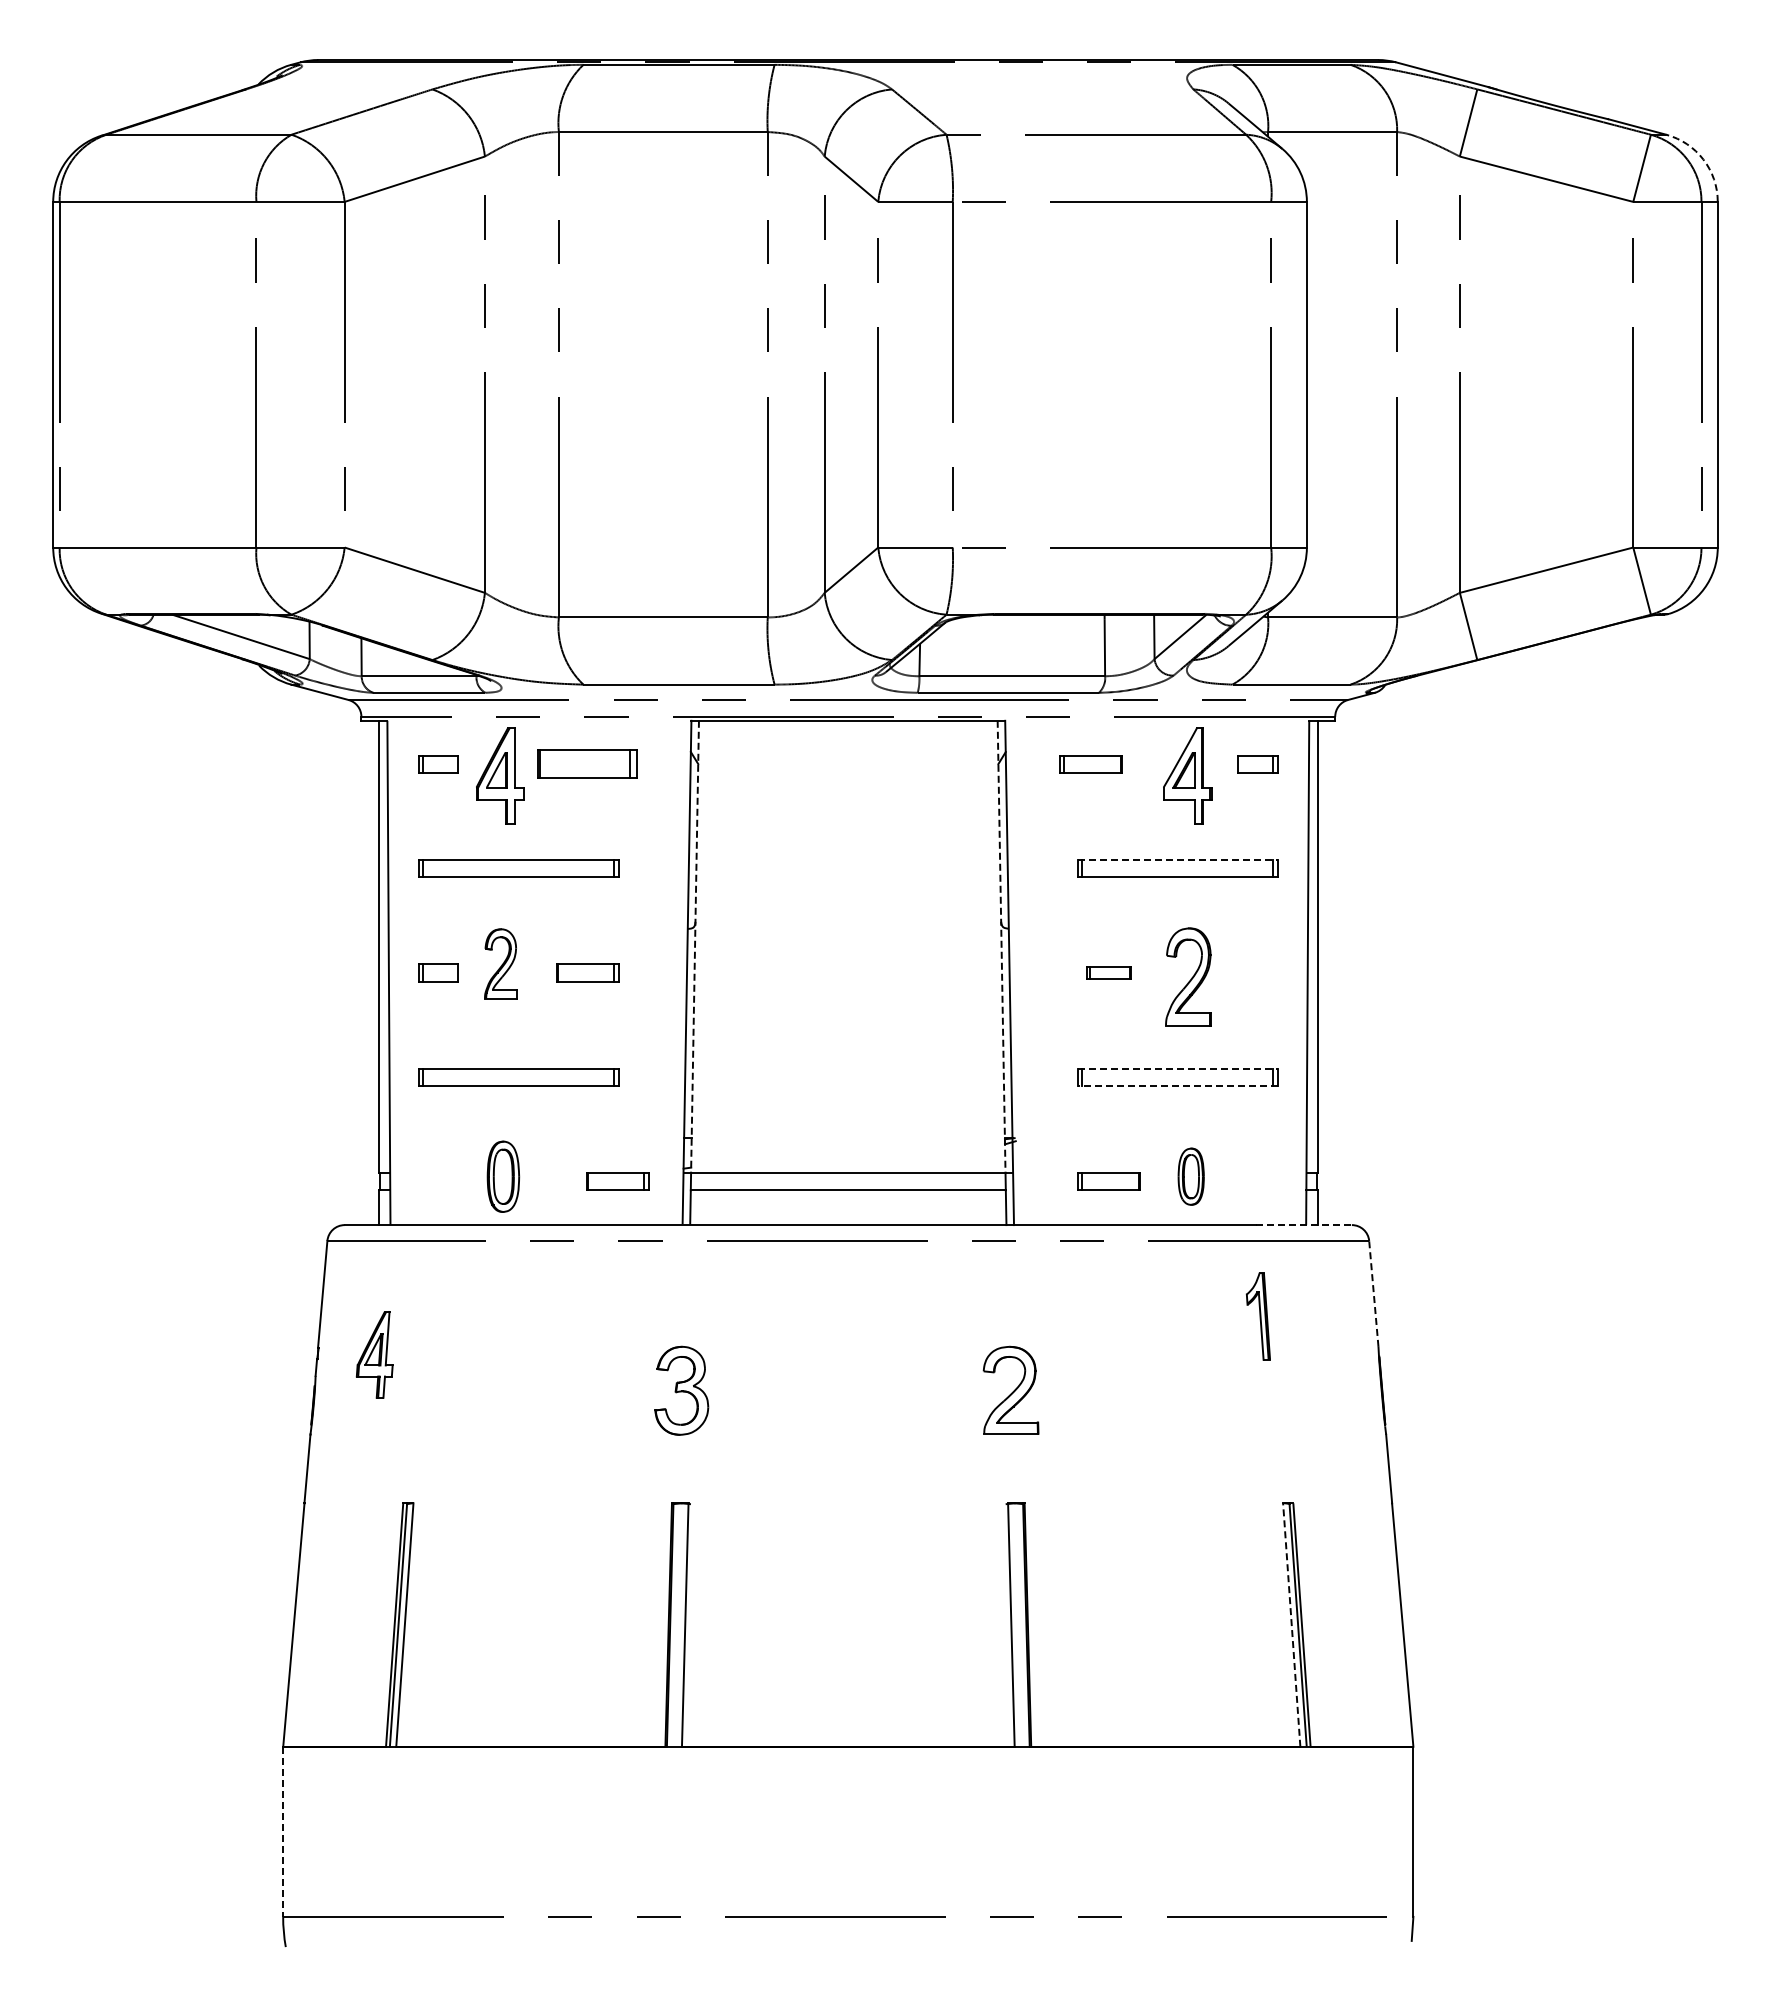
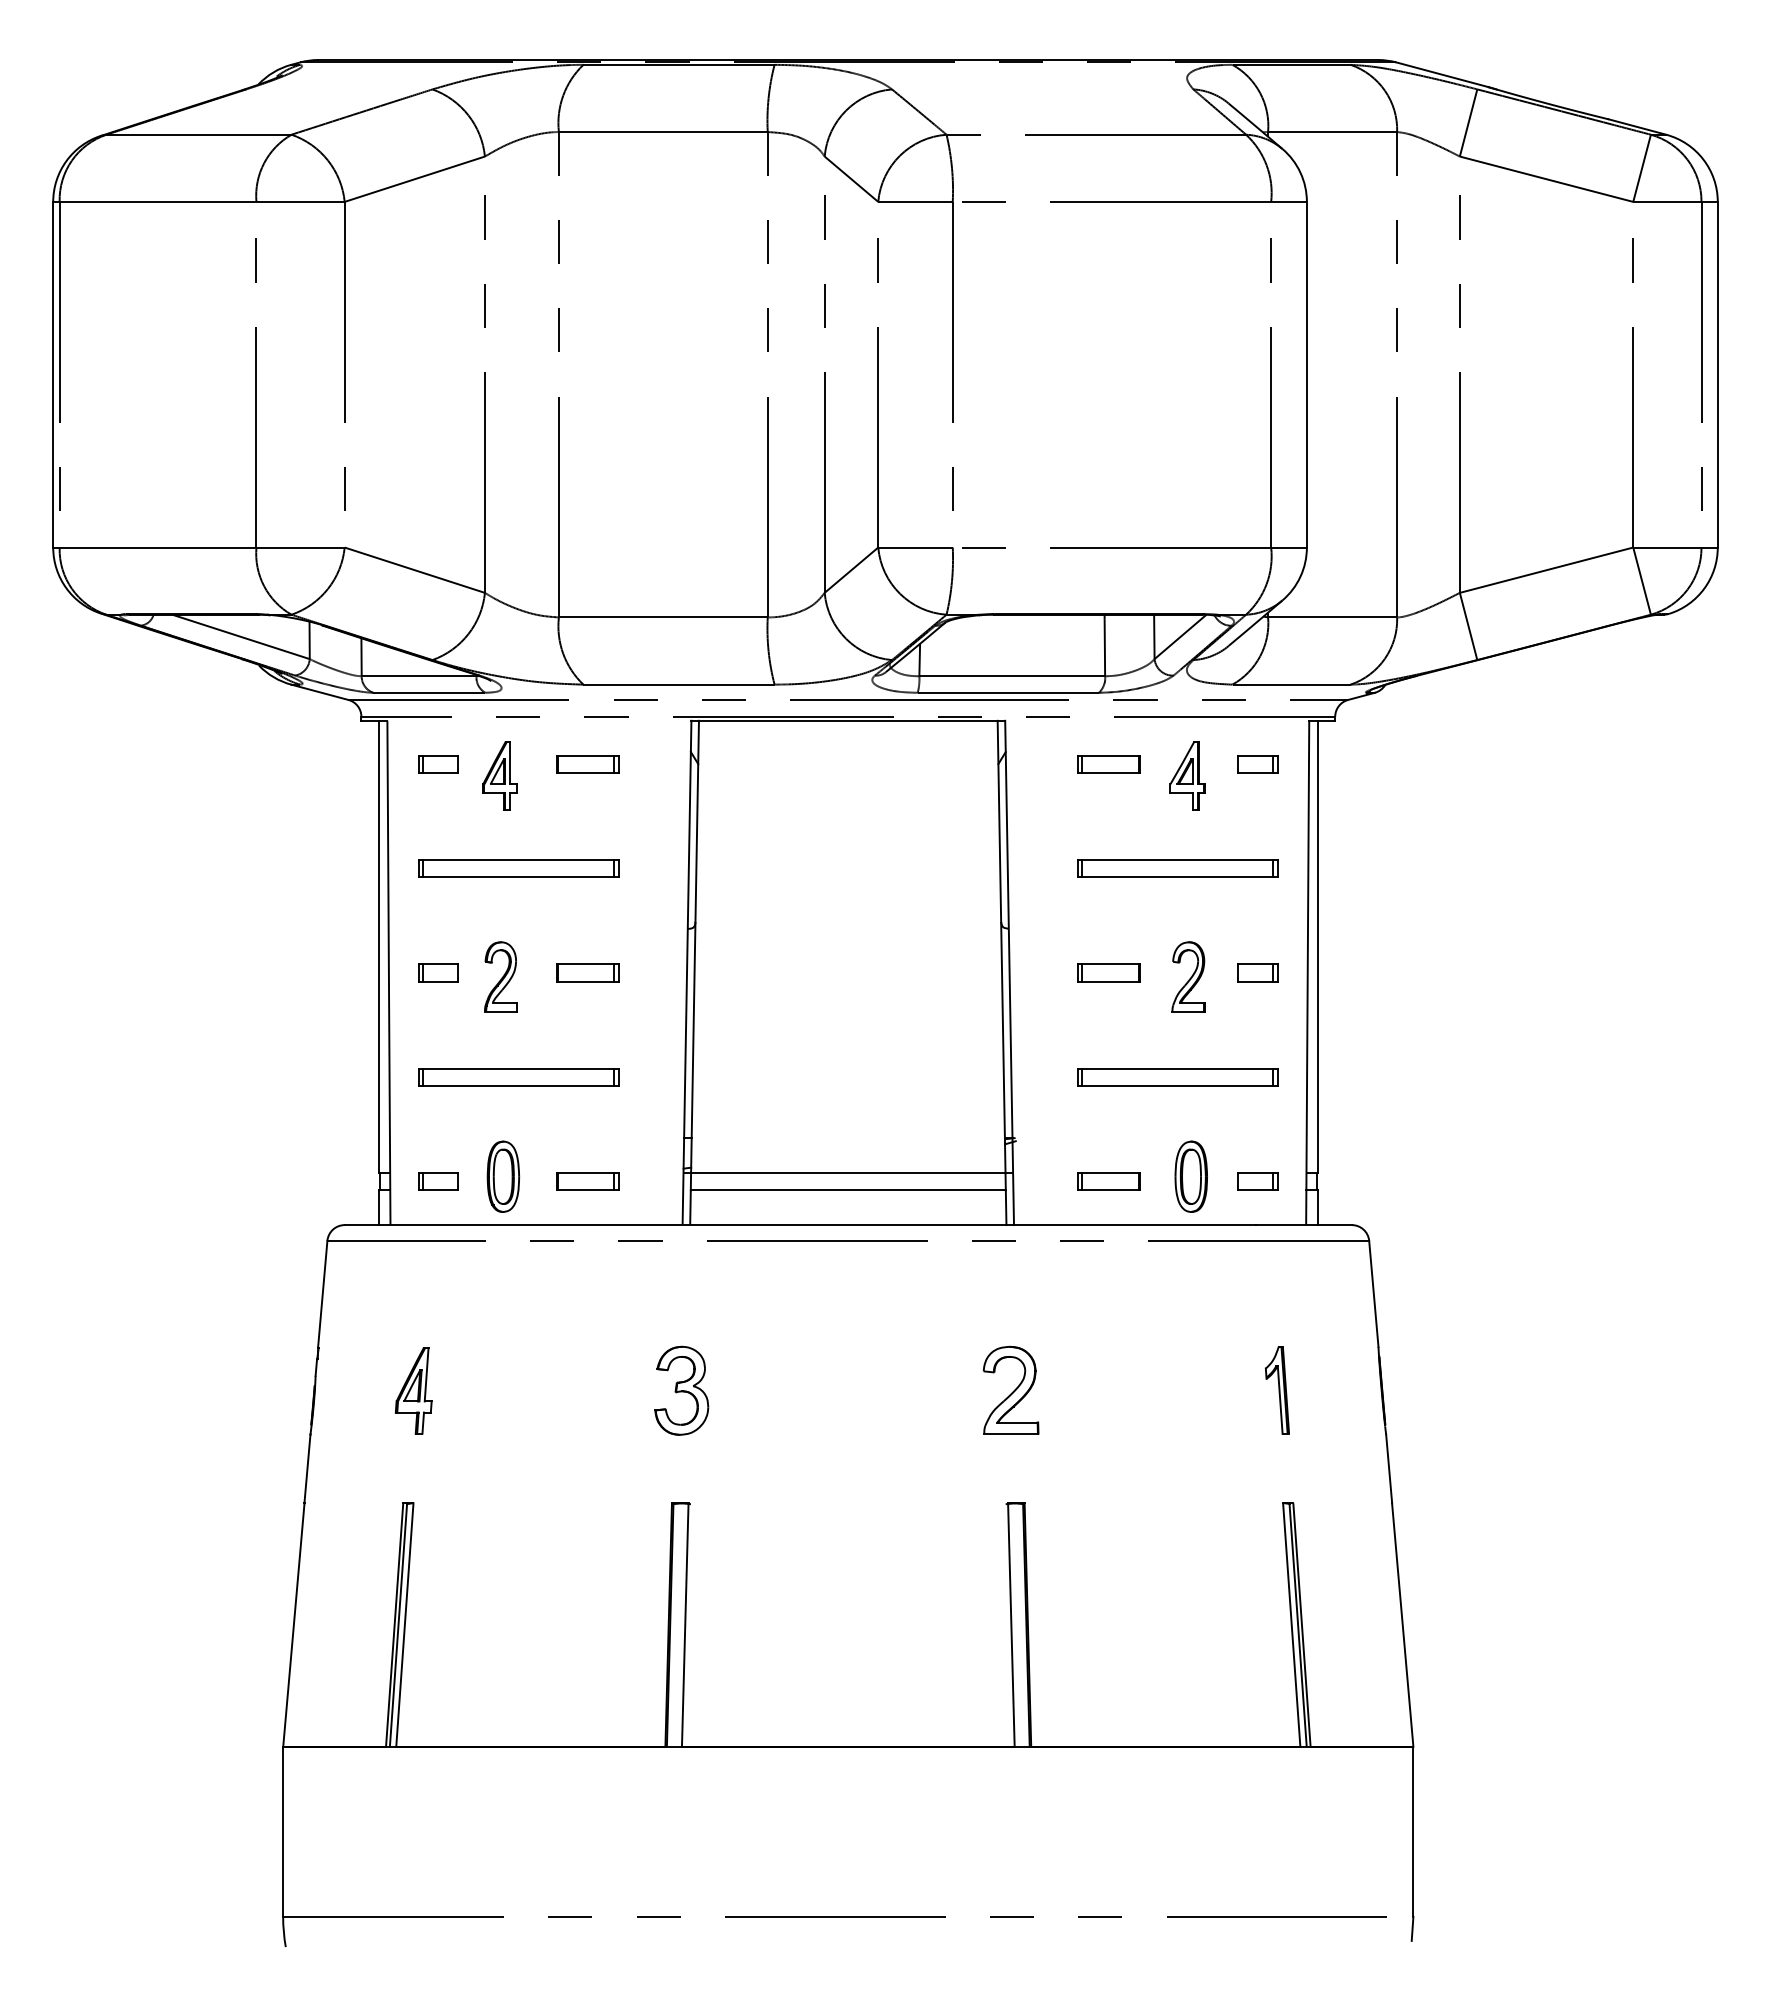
arc at (1703, 159): dashed -> solid
part at (587, 763) size: 101x30 px -> 64x19 px
part at (1090, 764) position: (1090, 764) -> (1108, 764)
part at (500, 775) size: 49x98 px -> 36x70 px
part at (1187, 775) size: 50x98 px -> 37x70 px
line at (1177, 859): dashed -> solid
line at (695, 947): dashed -> solid
line at (1001, 947): dashed -> solid
part at (500, 963) position: (500, 963) -> (500, 976)
part at (1108, 972) size: 46x14 px -> 64x20 px
part at (1257, 972): none -> present
part at (1188, 976) size: 47x100 px -> 35x72 px
line at (1177, 1068): dashed -> solid
line at (1177, 1085): dashed -> solid
part at (1190, 1176) size: 28x59 px -> 34x73 px
part at (438, 1181): none -> present
part at (617, 1181) position: (617, 1181) -> (587, 1181)
part at (1257, 1181): none -> present
line at (1304, 1225): dashed -> solid
line at (1373, 1293): dashed -> solid
part at (1257, 1316) position: (1257, 1316) -> (1276, 1390)
part at (374, 1354) position: (374, 1354) -> (413, 1390)
line at (1291, 1625): dashed -> solid
line at (283, 1832): dashed -> solid
